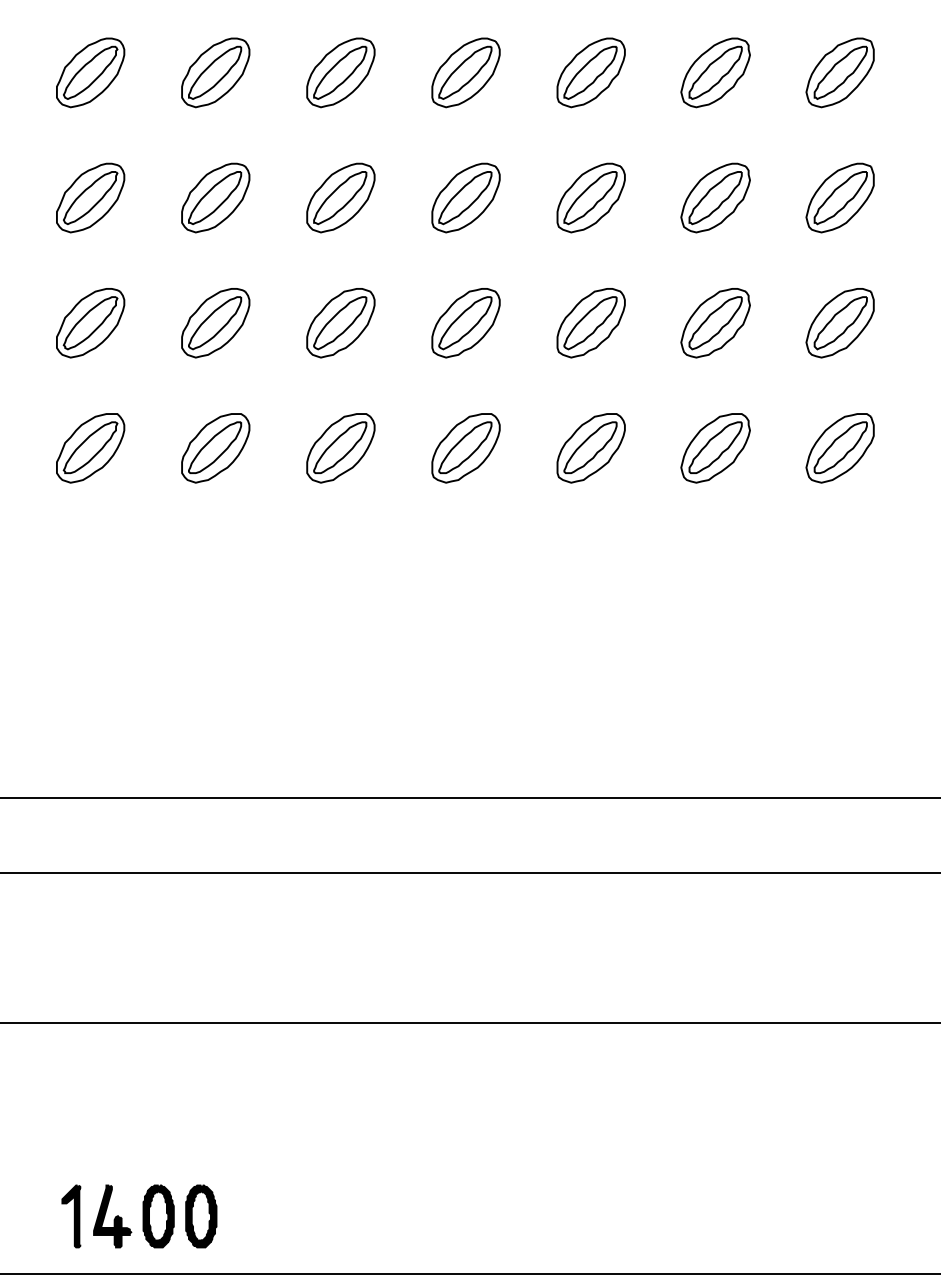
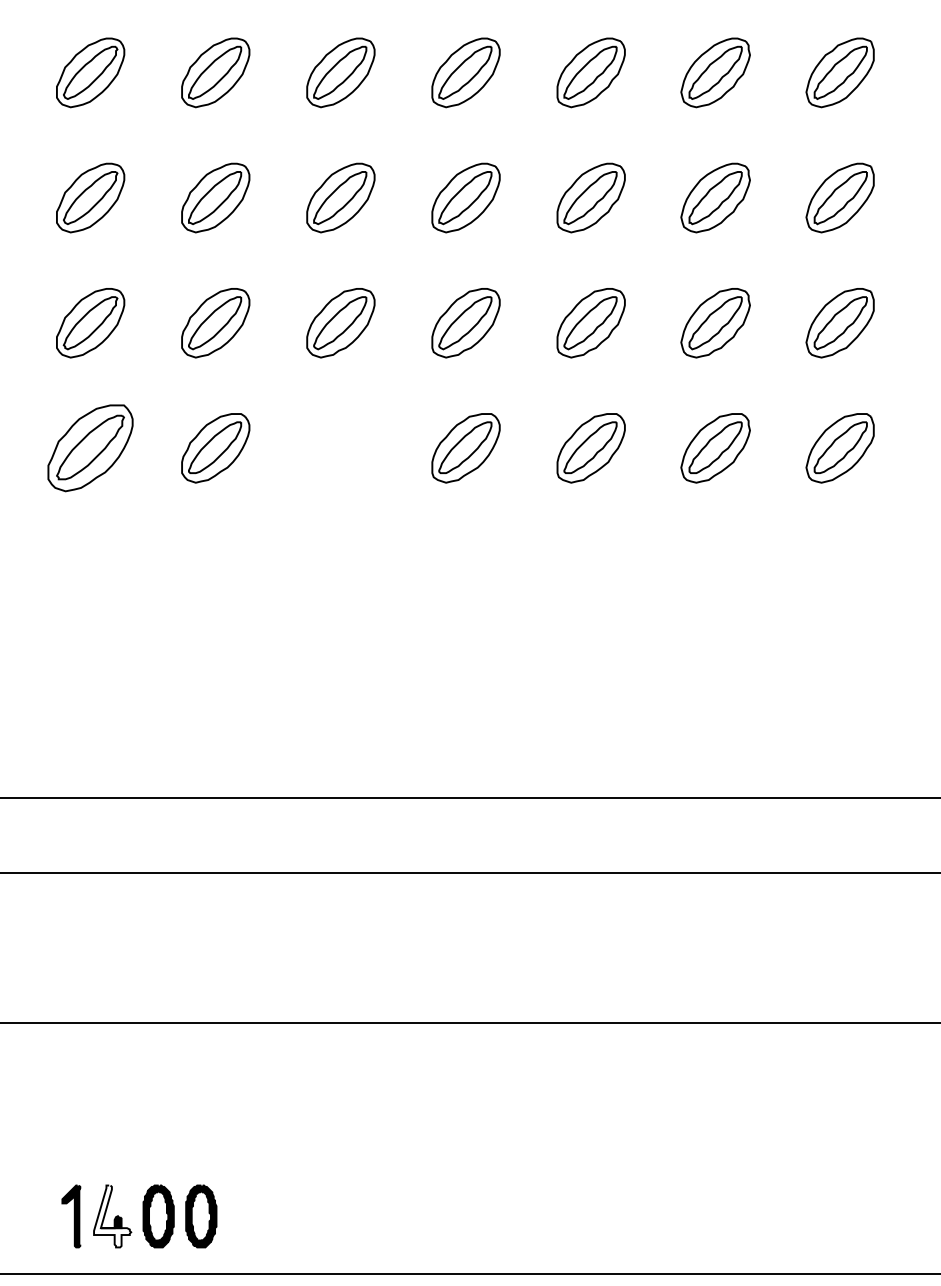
part at (90, 448) size: 70x71 px -> 87x89 px
part at (340, 448): present -> none
fill at (112, 1216): present -> none
